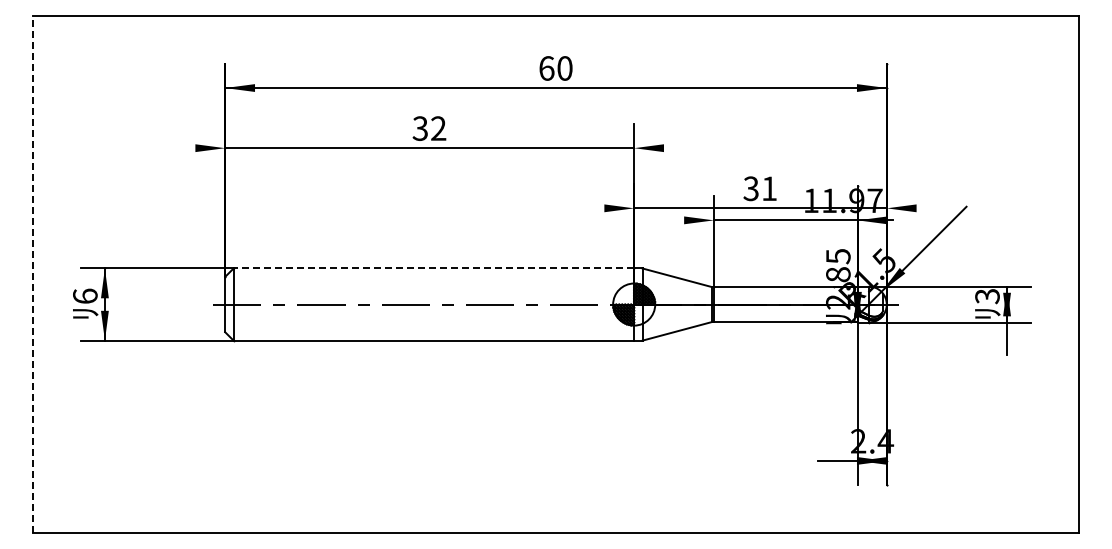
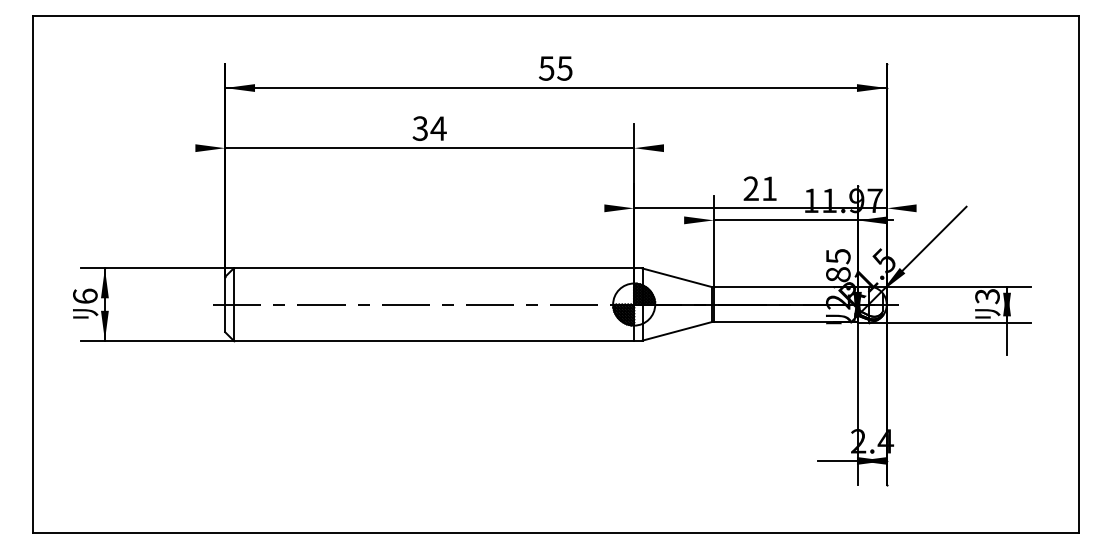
text at (555, 68): 60 -> 55
text at (438, 128): 32 -> 34
text at (750, 188): 31 -> 21
line at (433, 268): dashed -> solid
line at (33, 274): dashed -> solid
